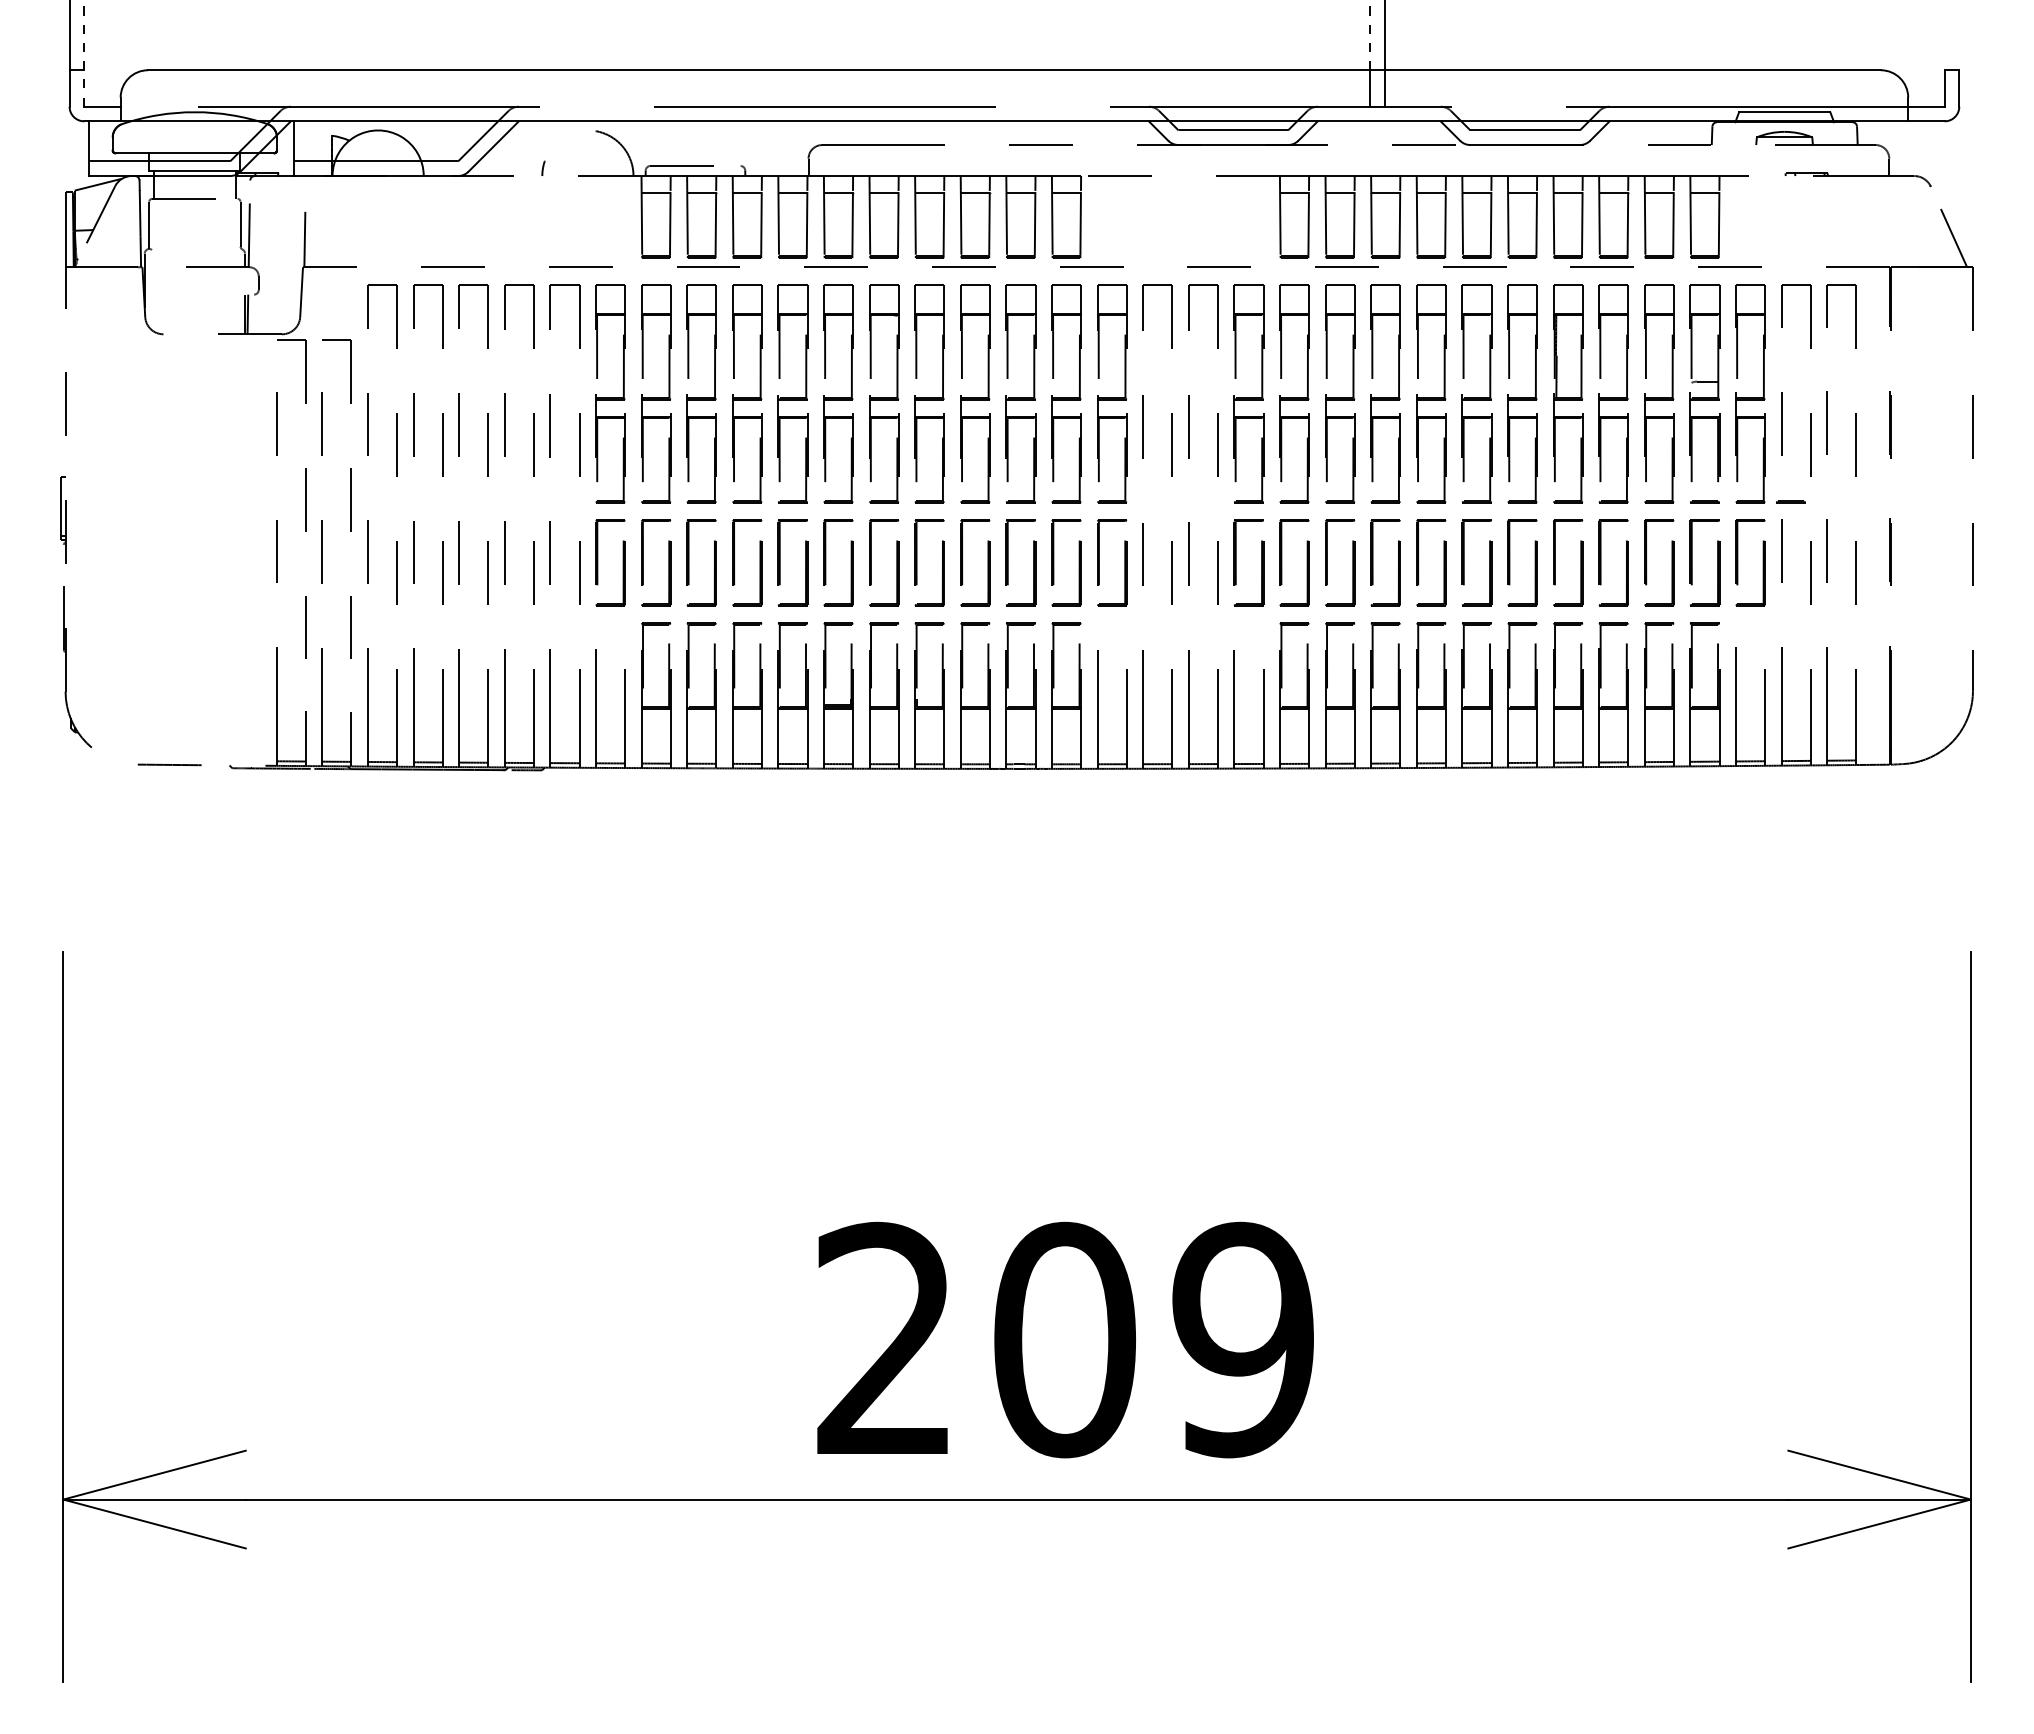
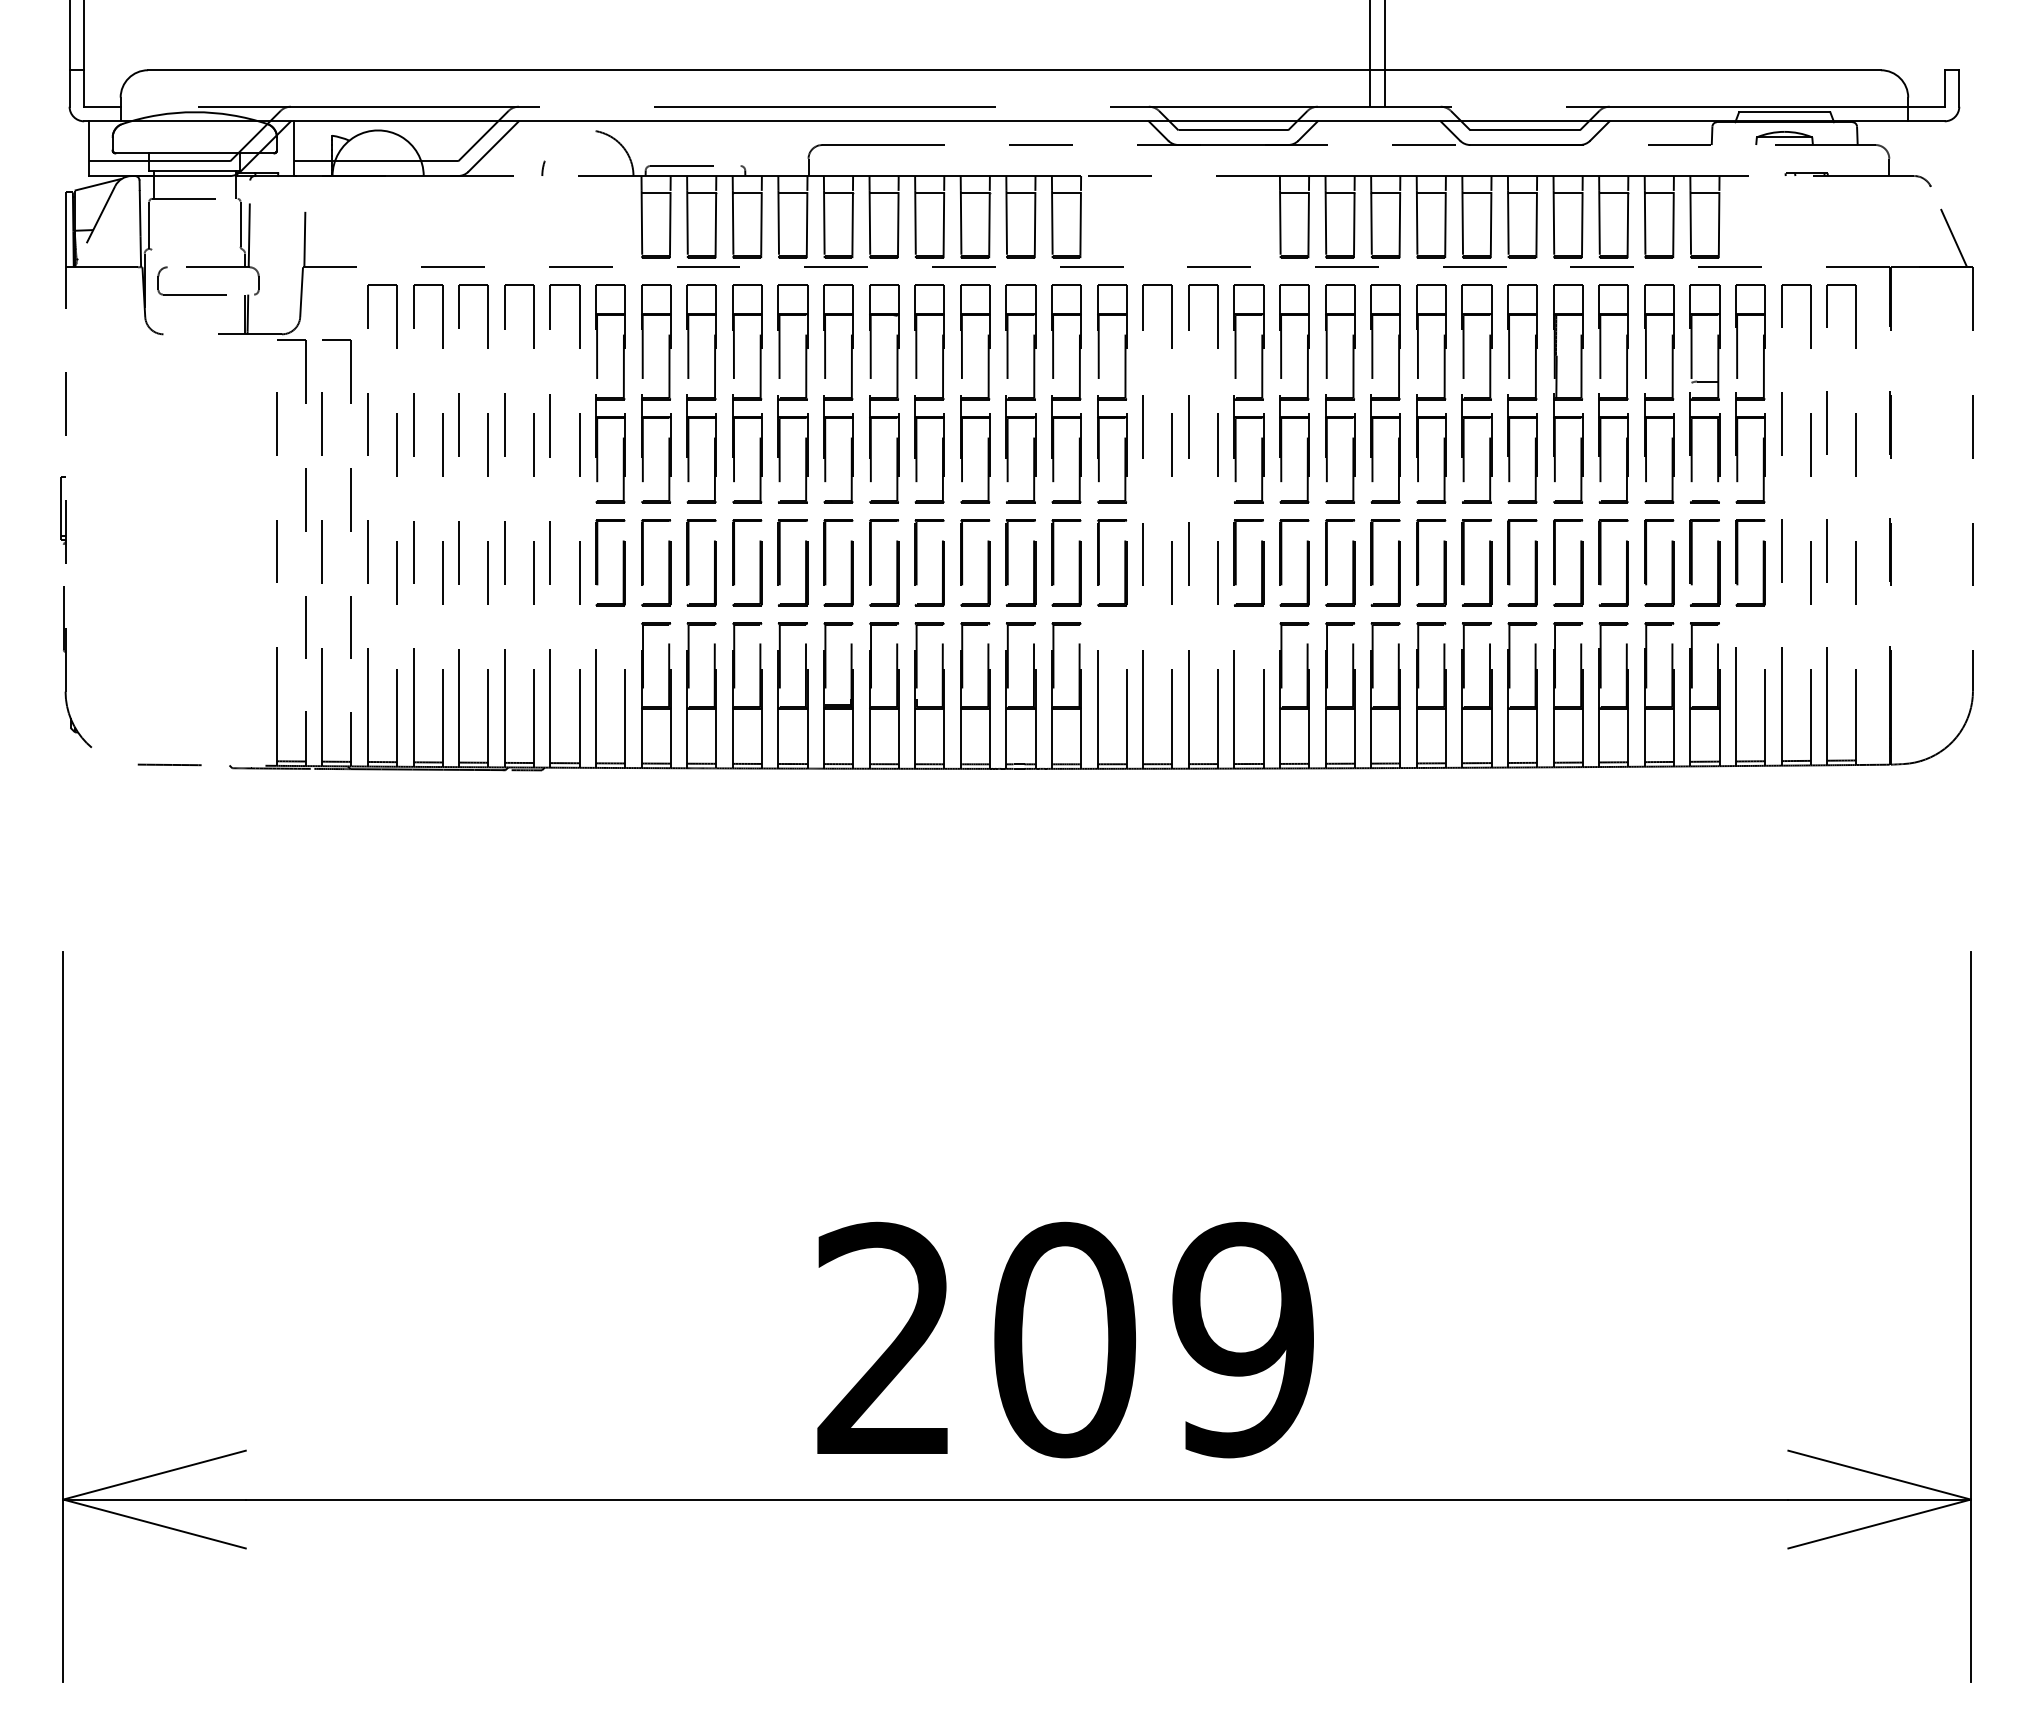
line at (1370, 35): dashed -> solid
line at (84, 53): dashed -> solid
part at (191, 294): none -> present
line at (1790, 501): present -> none
